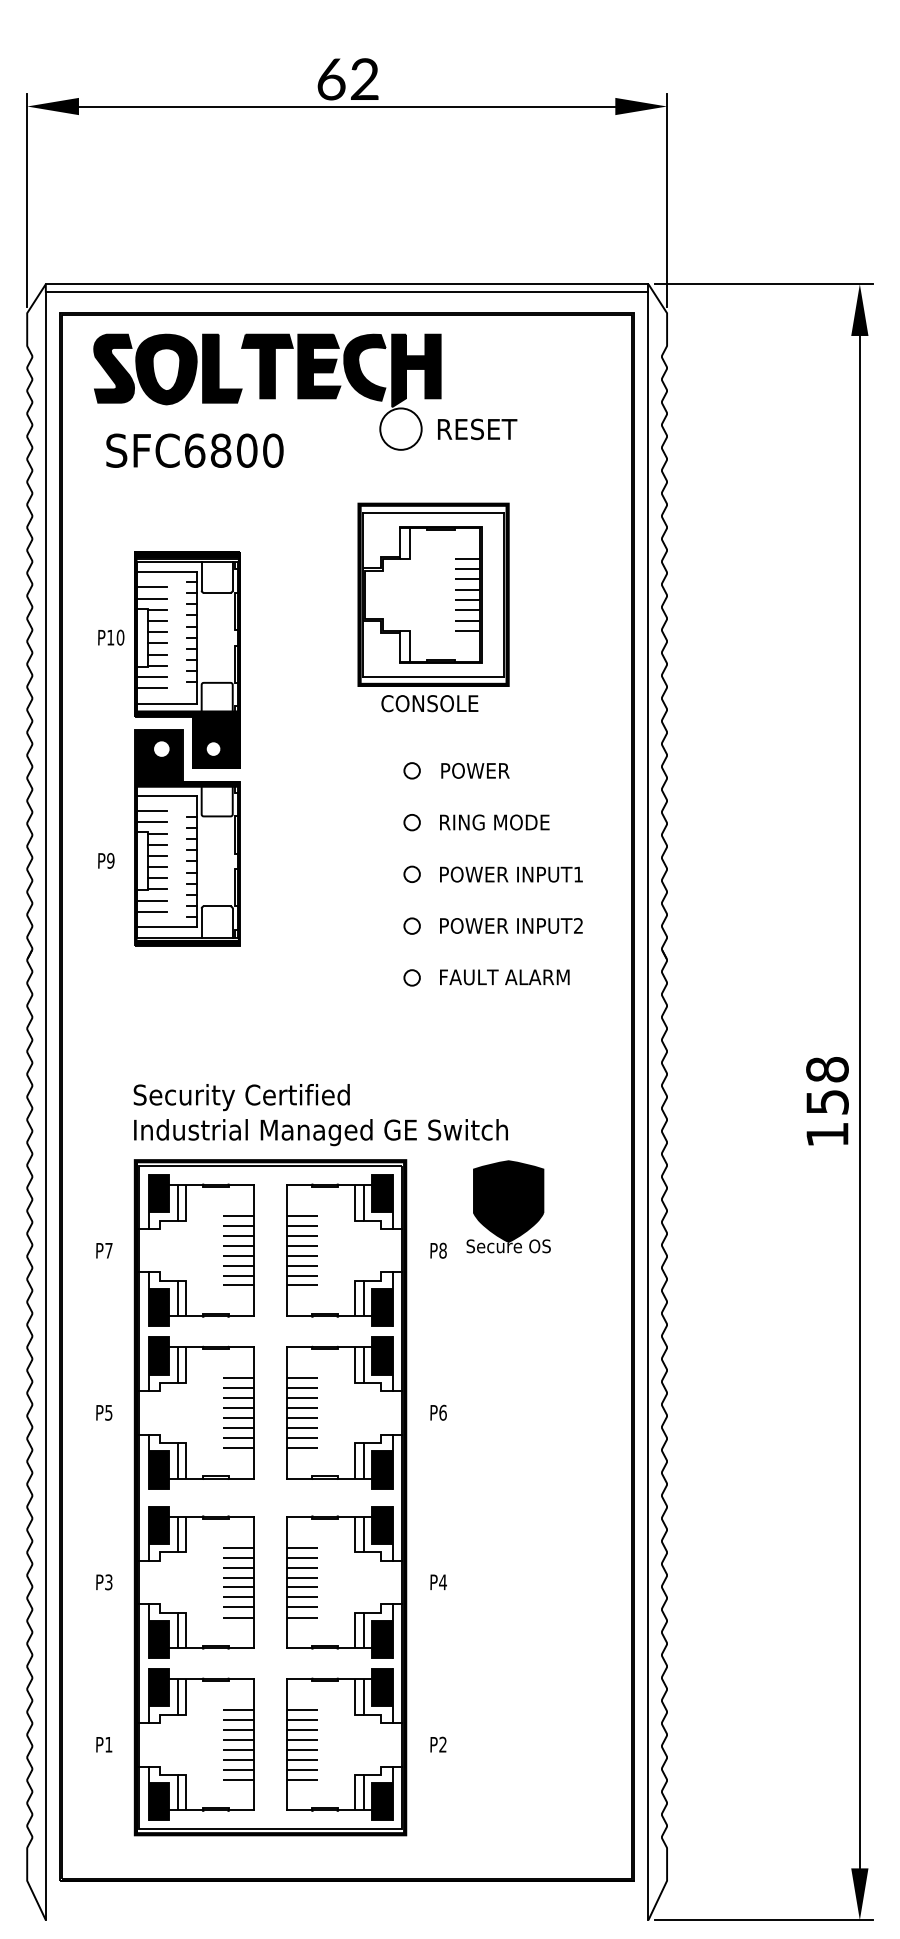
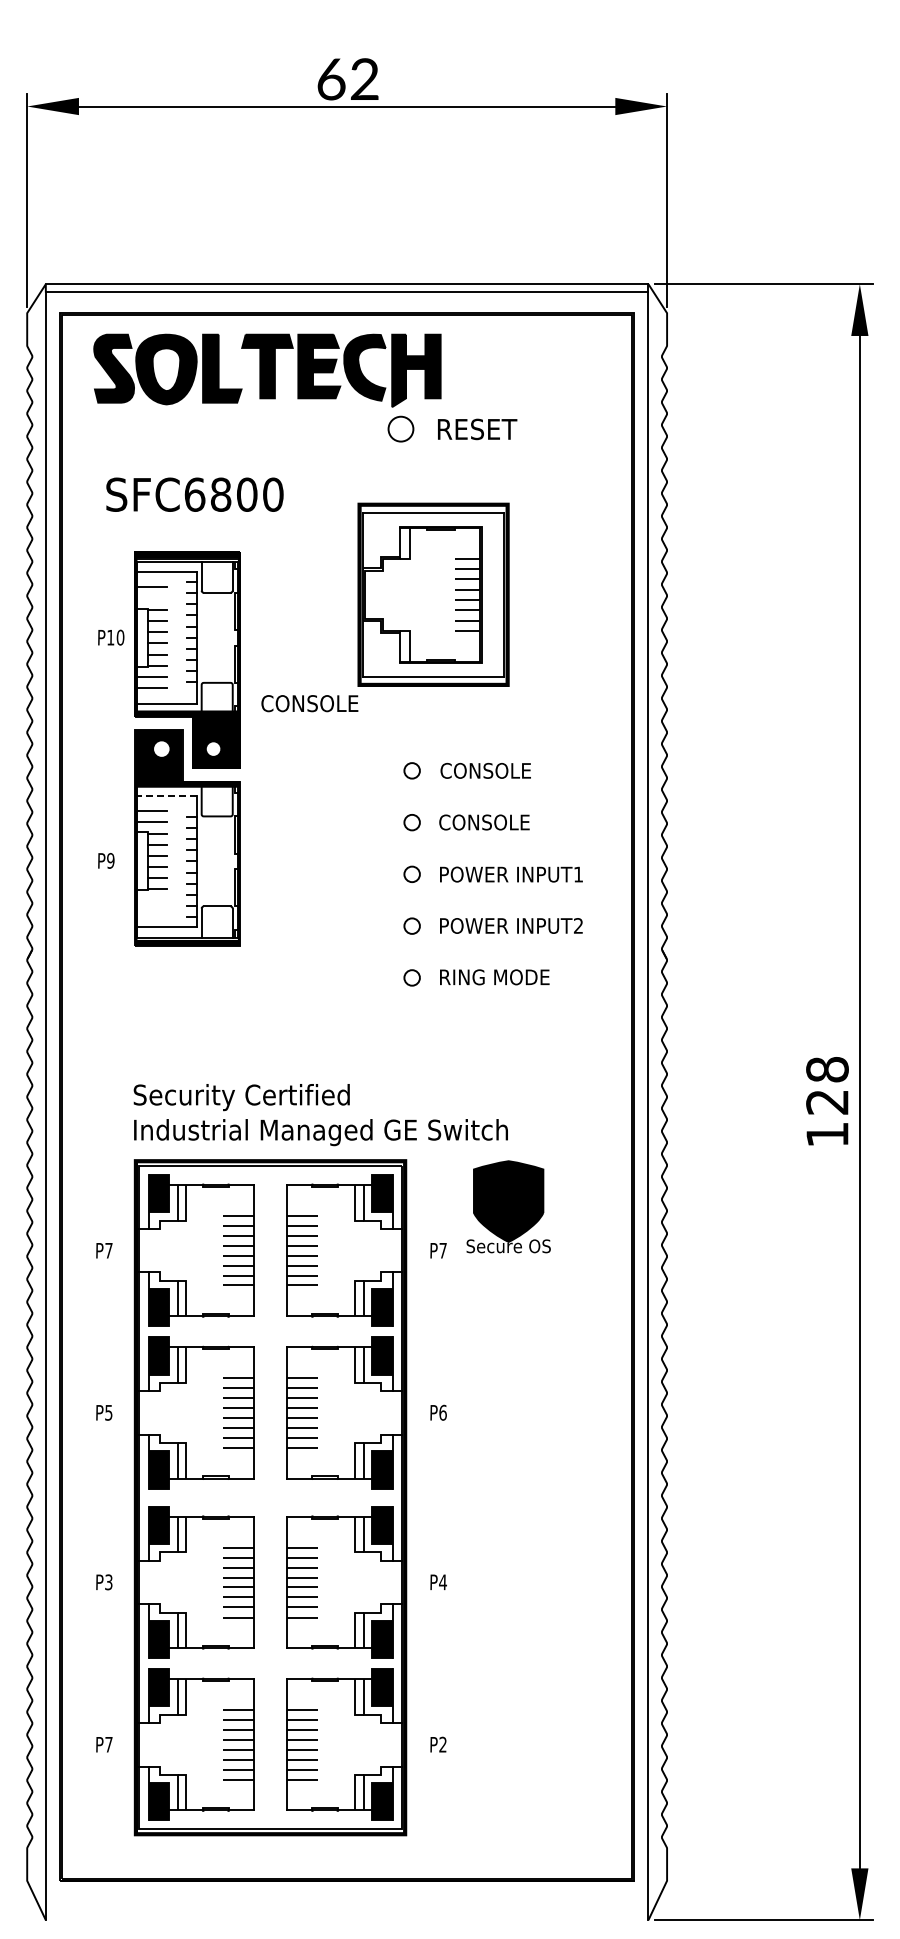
circle at (400, 428) diameter: 41 px -> 25 px
text at (194, 450) position: (194, 450) -> (194, 494)
line at (151, 598): present -> none
text at (429, 703) position: (429, 703) -> (309, 703)
text at (485, 770): POWER -> CONSOLE
line at (166, 795): solid -> dashed
text at (494, 822): RING MODE -> CONSOLE
line at (151, 900): present -> none
line at (151, 911): present -> none
text at (505, 977): FAULT ALARM -> RING MODE
text at (827, 1102): 158 -> 128
text at (442, 1250): P8 -> P7
text at (108, 1744): P1 -> P7
